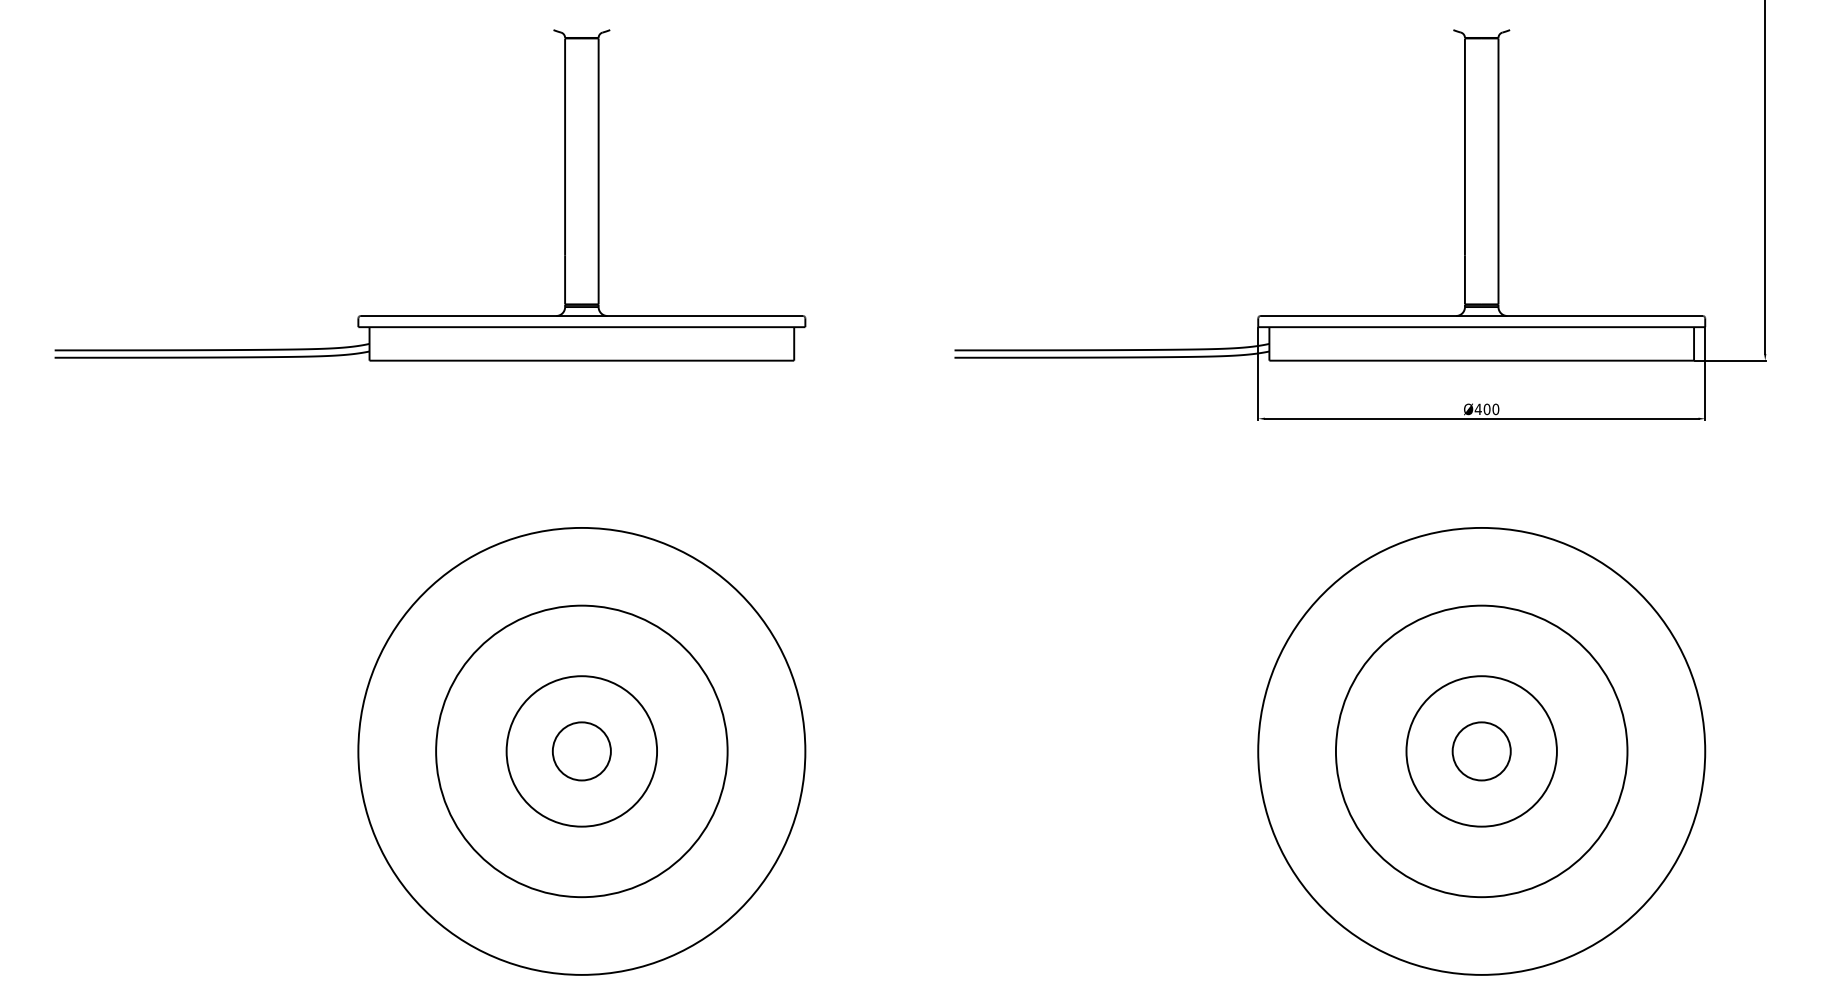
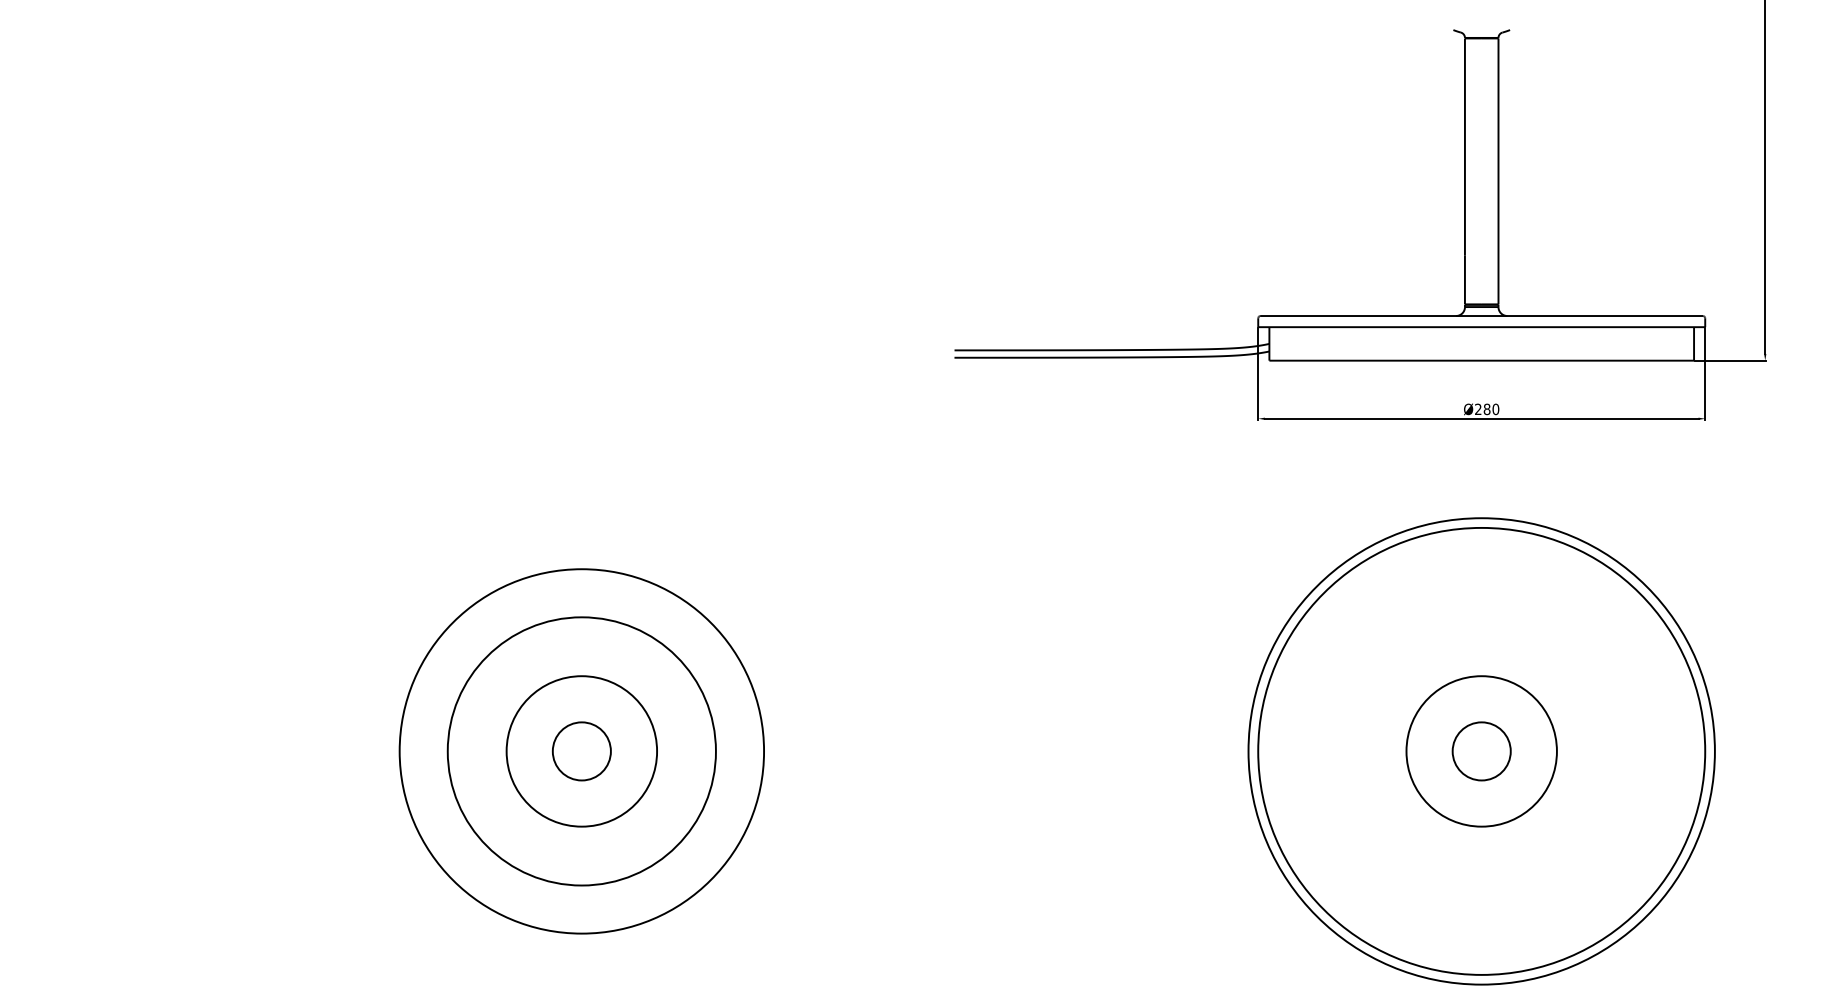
part at (430, 315): present -> none
text at (1482, 408): Ø400 -> Ø280
circle at (581, 750) diameter: 447 px -> 268 px
circle at (581, 751) diameter: 292 px -> 364 px
circle at (1481, 751) diameter: 292 px -> 466 px
